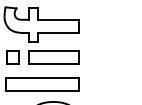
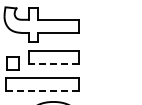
part at (12, 57) position: (12, 57) -> (12, 63)
line at (53, 64): solid -> dashed
line at (41, 91): solid -> dashed
